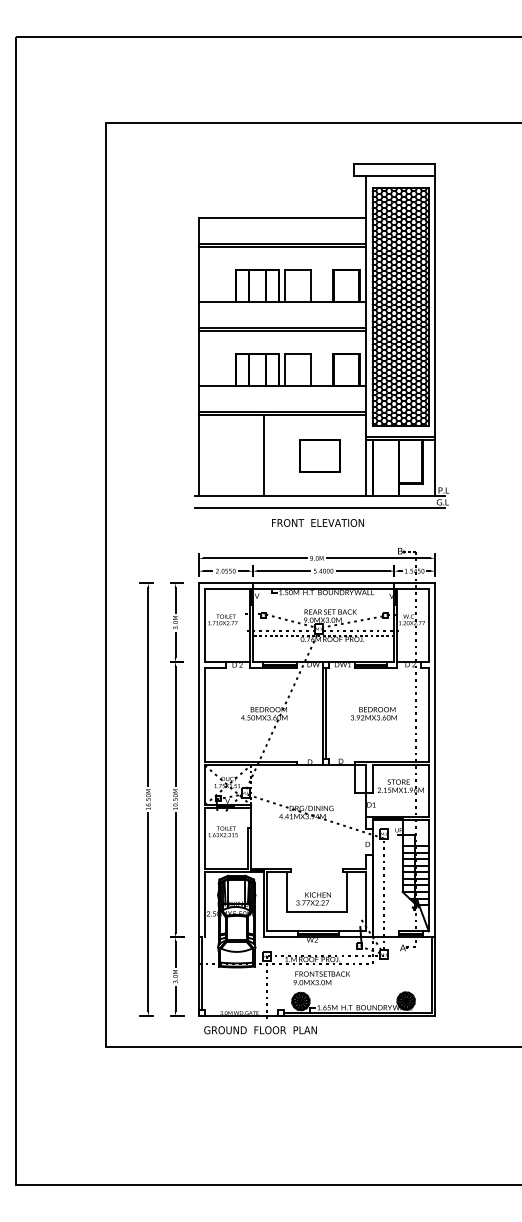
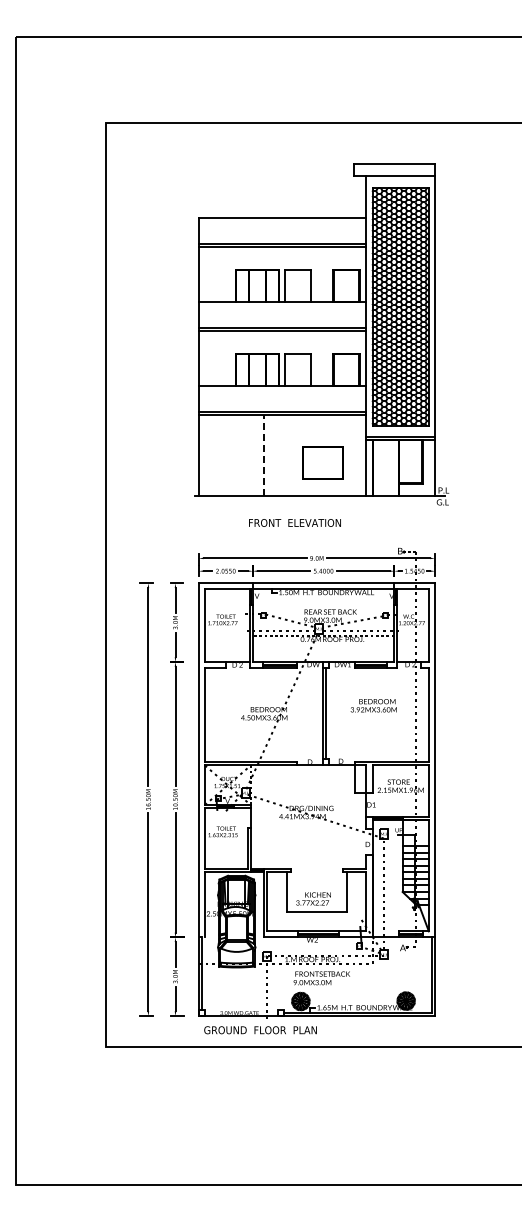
line at (264, 455): solid -> dashed
part at (319, 455) position: (319, 455) -> (322, 462)
line at (319, 507): present -> none
text at (317, 522) position: (317, 522) -> (294, 522)
text at (373, 713) position: (373, 713) -> (373, 705)
